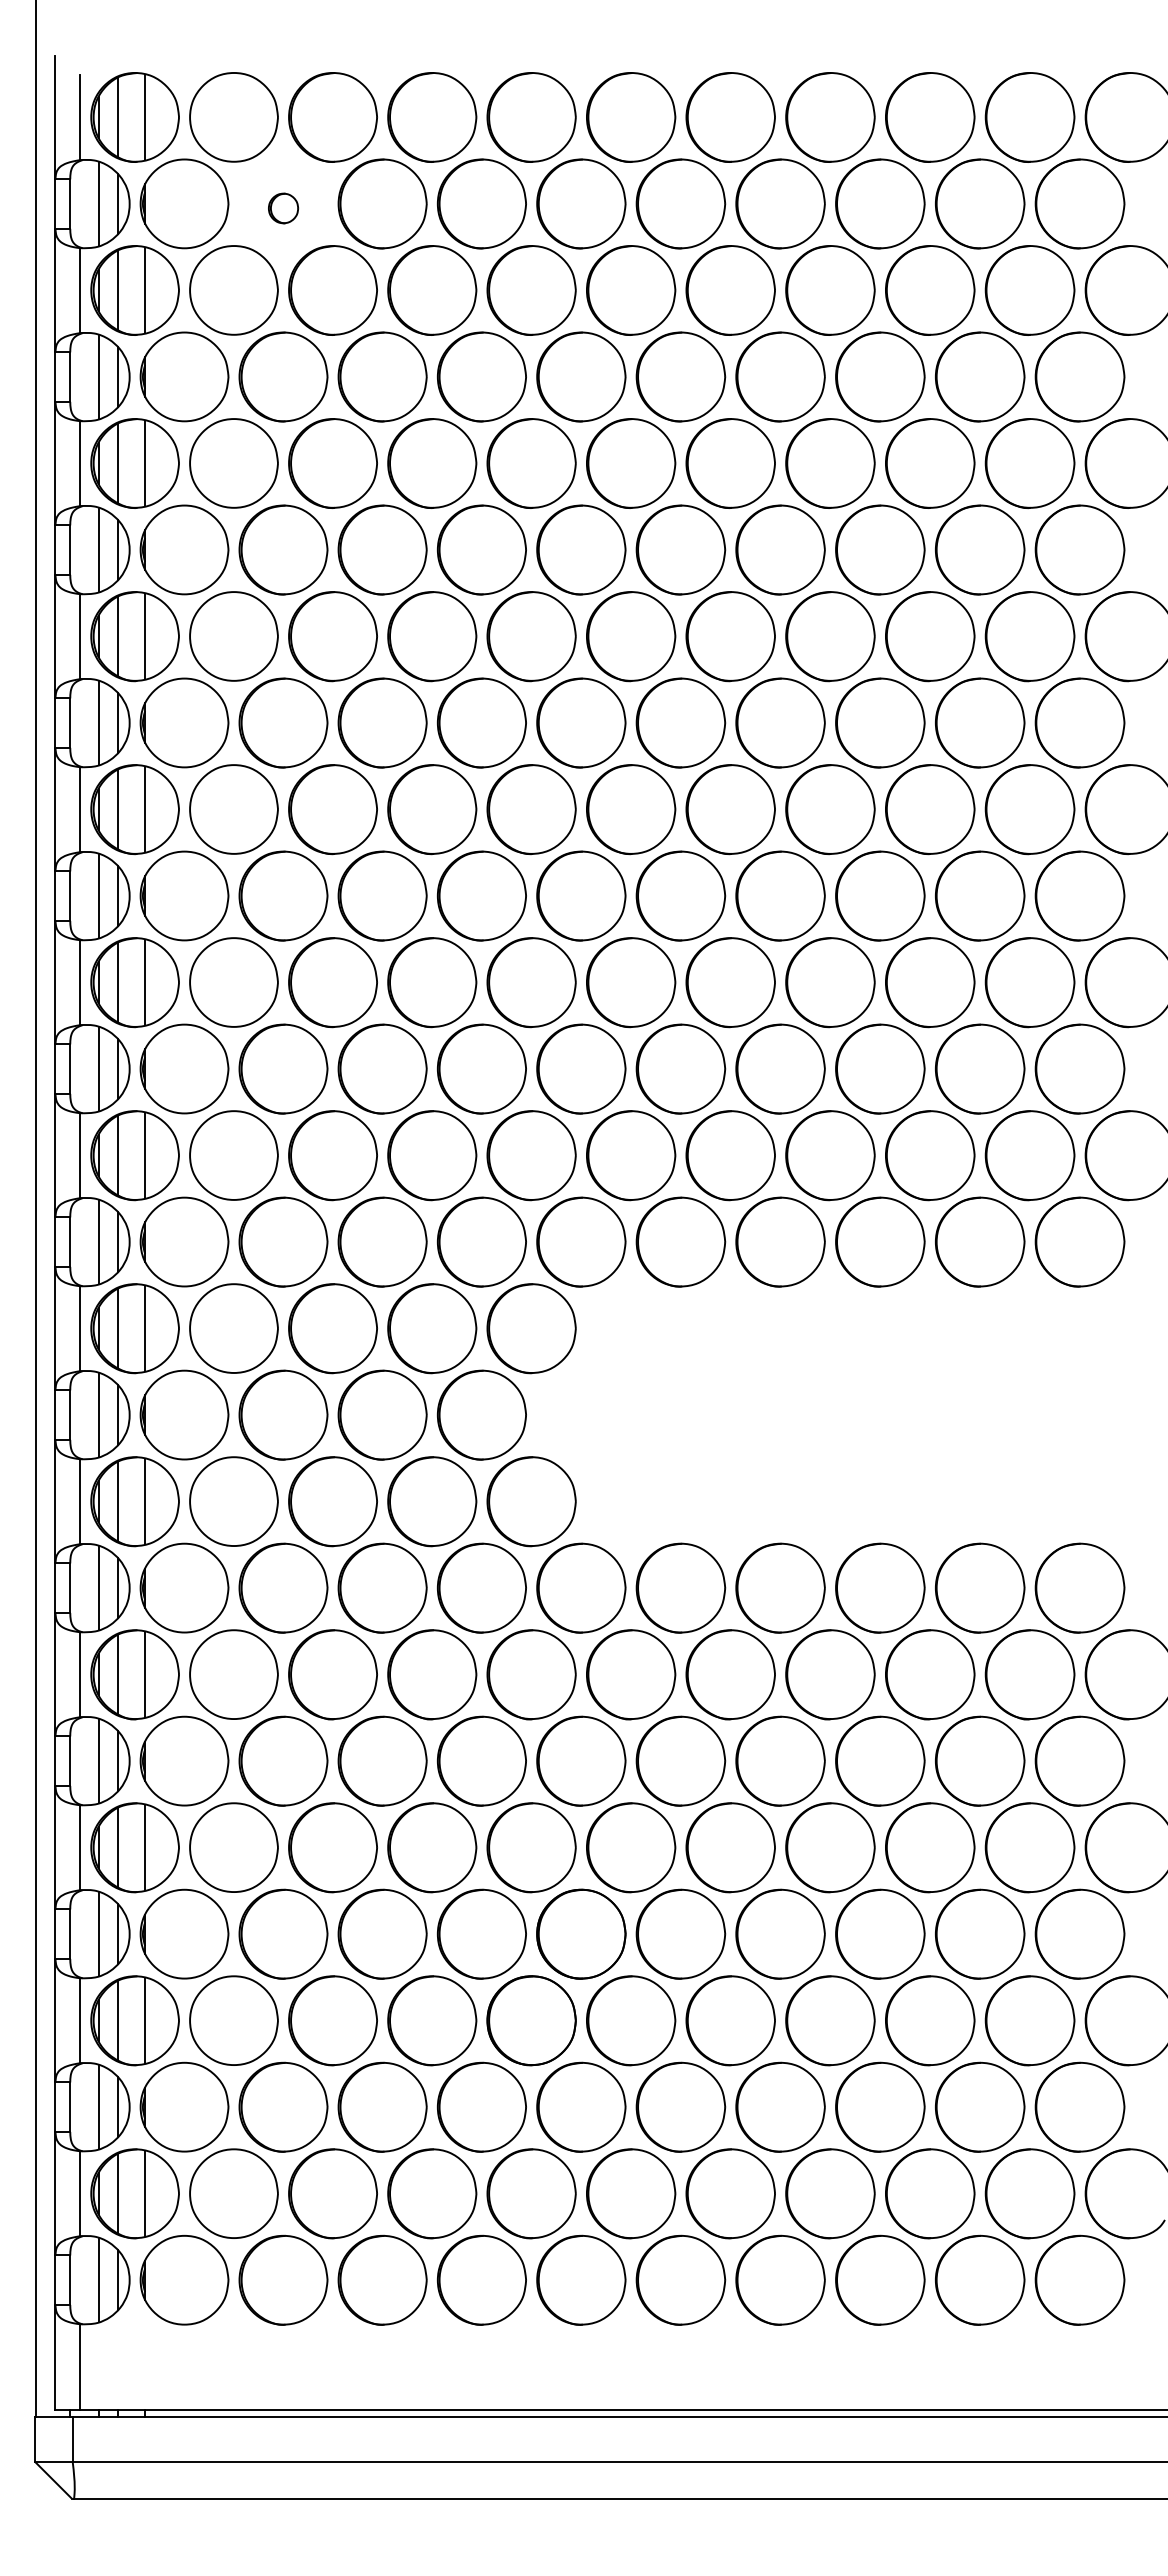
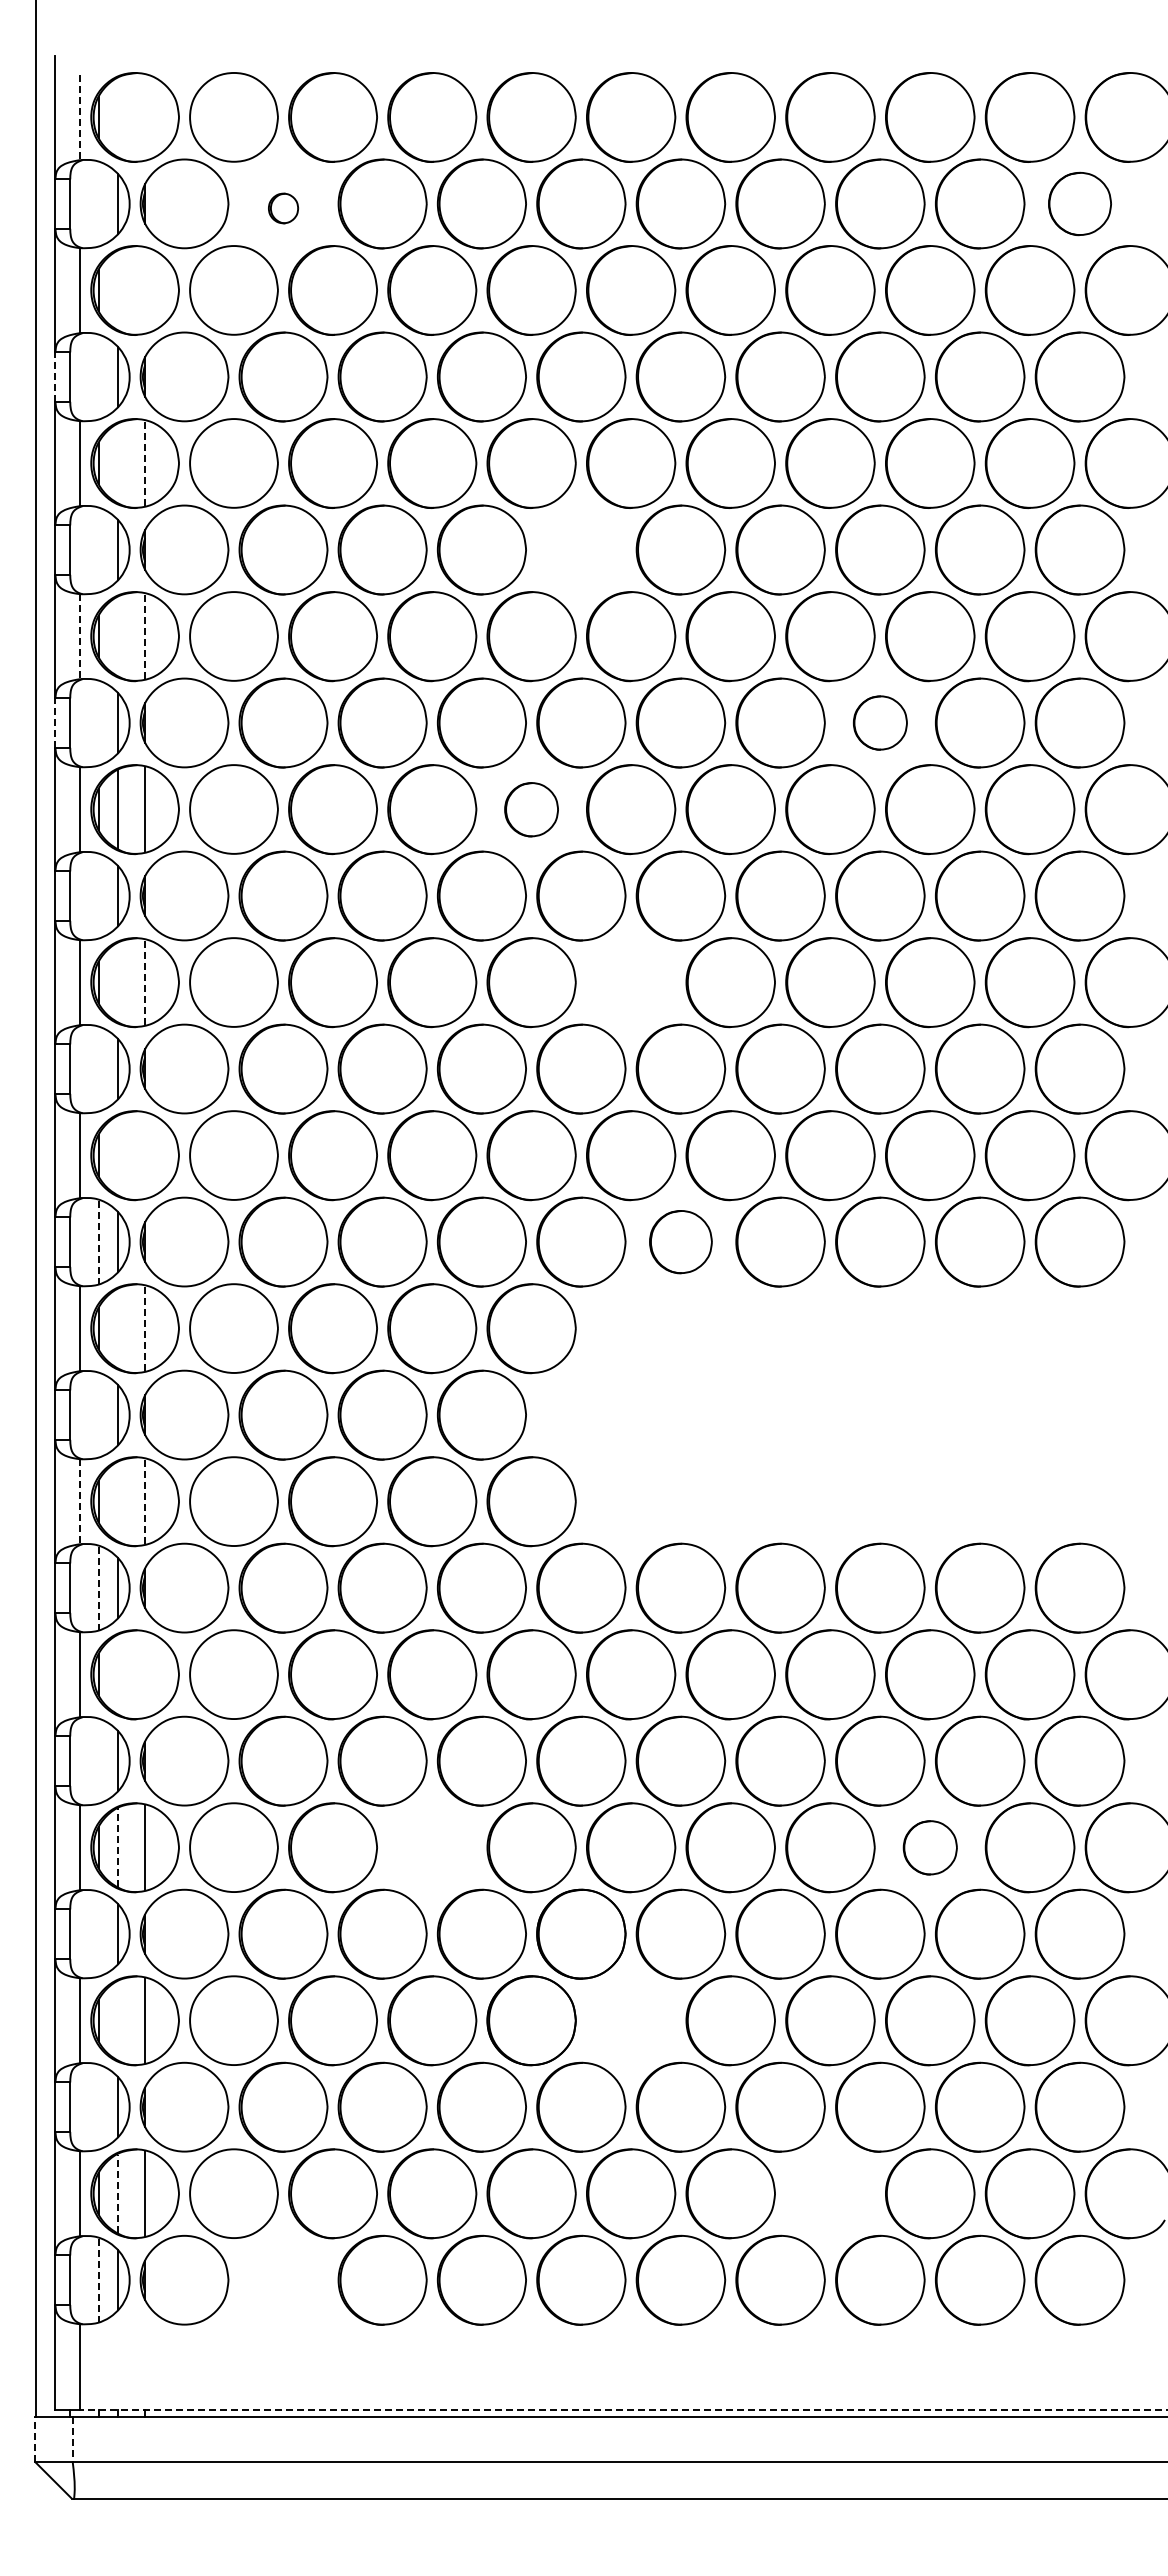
line at (145, 116): present -> none
line at (117, 117): present -> none
line at (80, 118): solid -> dashed
part at (1079, 203) size: 92x92 px -> 64x66 px
line at (99, 204): present -> none
line at (145, 289): present -> none
line at (117, 290): present -> none
line at (55, 377): solid -> dashed
line at (99, 377): present -> none
line at (145, 462): solid -> dashed
line at (117, 463): present -> none
part at (581, 549): present -> none
line at (99, 550): present -> none
line at (145, 635): solid -> dashed
line at (117, 636): present -> none
line at (80, 637): solid -> dashed
part at (880, 722) size: 91x92 px -> 55x56 px
line at (55, 723): solid -> dashed
line at (99, 723): present -> none
part at (531, 809) size: 91x92 px -> 55x56 px
line at (99, 896): present -> none
line at (117, 982): present -> none
line at (145, 982): solid -> dashed
part at (631, 982): present -> none
line at (99, 1069): present -> none
line at (117, 1155): present -> none
line at (145, 1155): present -> none
part at (680, 1241) size: 92x92 px -> 64x65 px
line at (99, 1242): solid -> dashed
line at (117, 1328): present -> none
line at (145, 1328): solid -> dashed
line at (99, 1415): present -> none
line at (117, 1501): present -> none
line at (145, 1501): solid -> dashed
line at (80, 1502): solid -> dashed
line at (99, 1588): solid -> dashed
line at (117, 1674): present -> none
line at (145, 1674): present -> none
line at (99, 1761): present -> none
line at (117, 1847): solid -> dashed
part at (432, 1847): present -> none
part at (930, 1847) size: 91x92 px -> 56x56 px
line at (99, 1934): present -> none
line at (117, 2020): present -> none
part at (631, 2020): present -> none
line at (99, 2107): present -> none
line at (117, 2193): solid -> dashed
part at (830, 2193): present -> none
part at (283, 2279): present -> none
line at (99, 2280): solid -> dashed
line at (623, 2409): solid -> dashed
line at (34, 2439): solid -> dashed
line at (72, 2440): solid -> dashed
